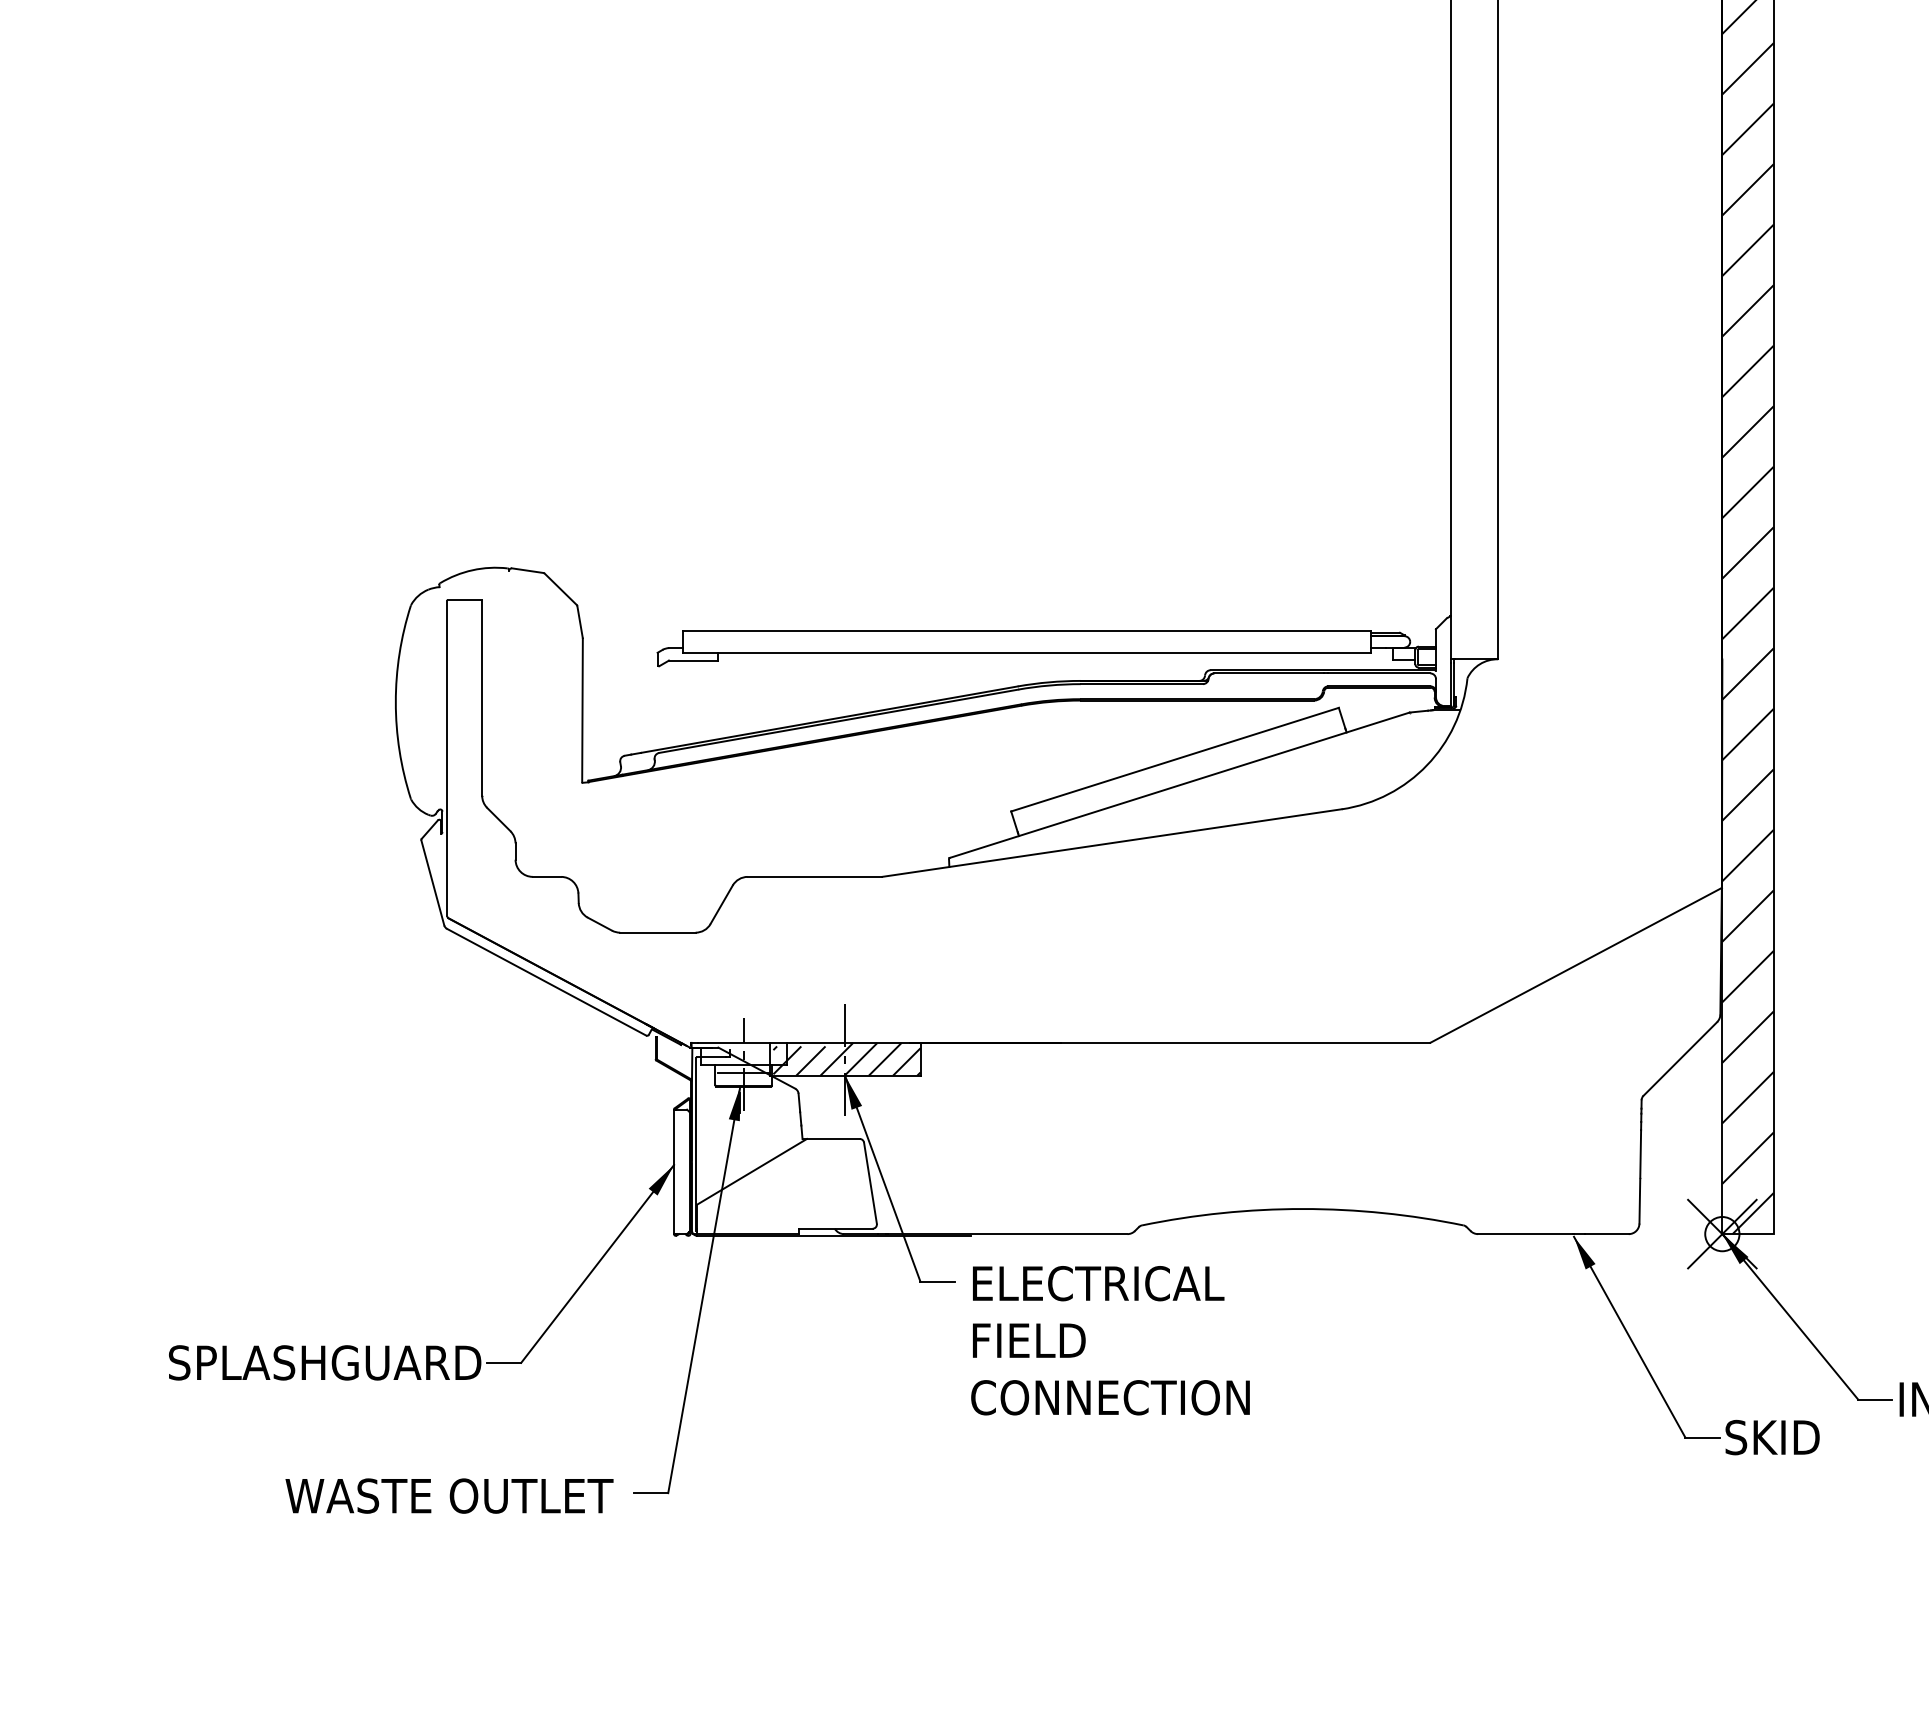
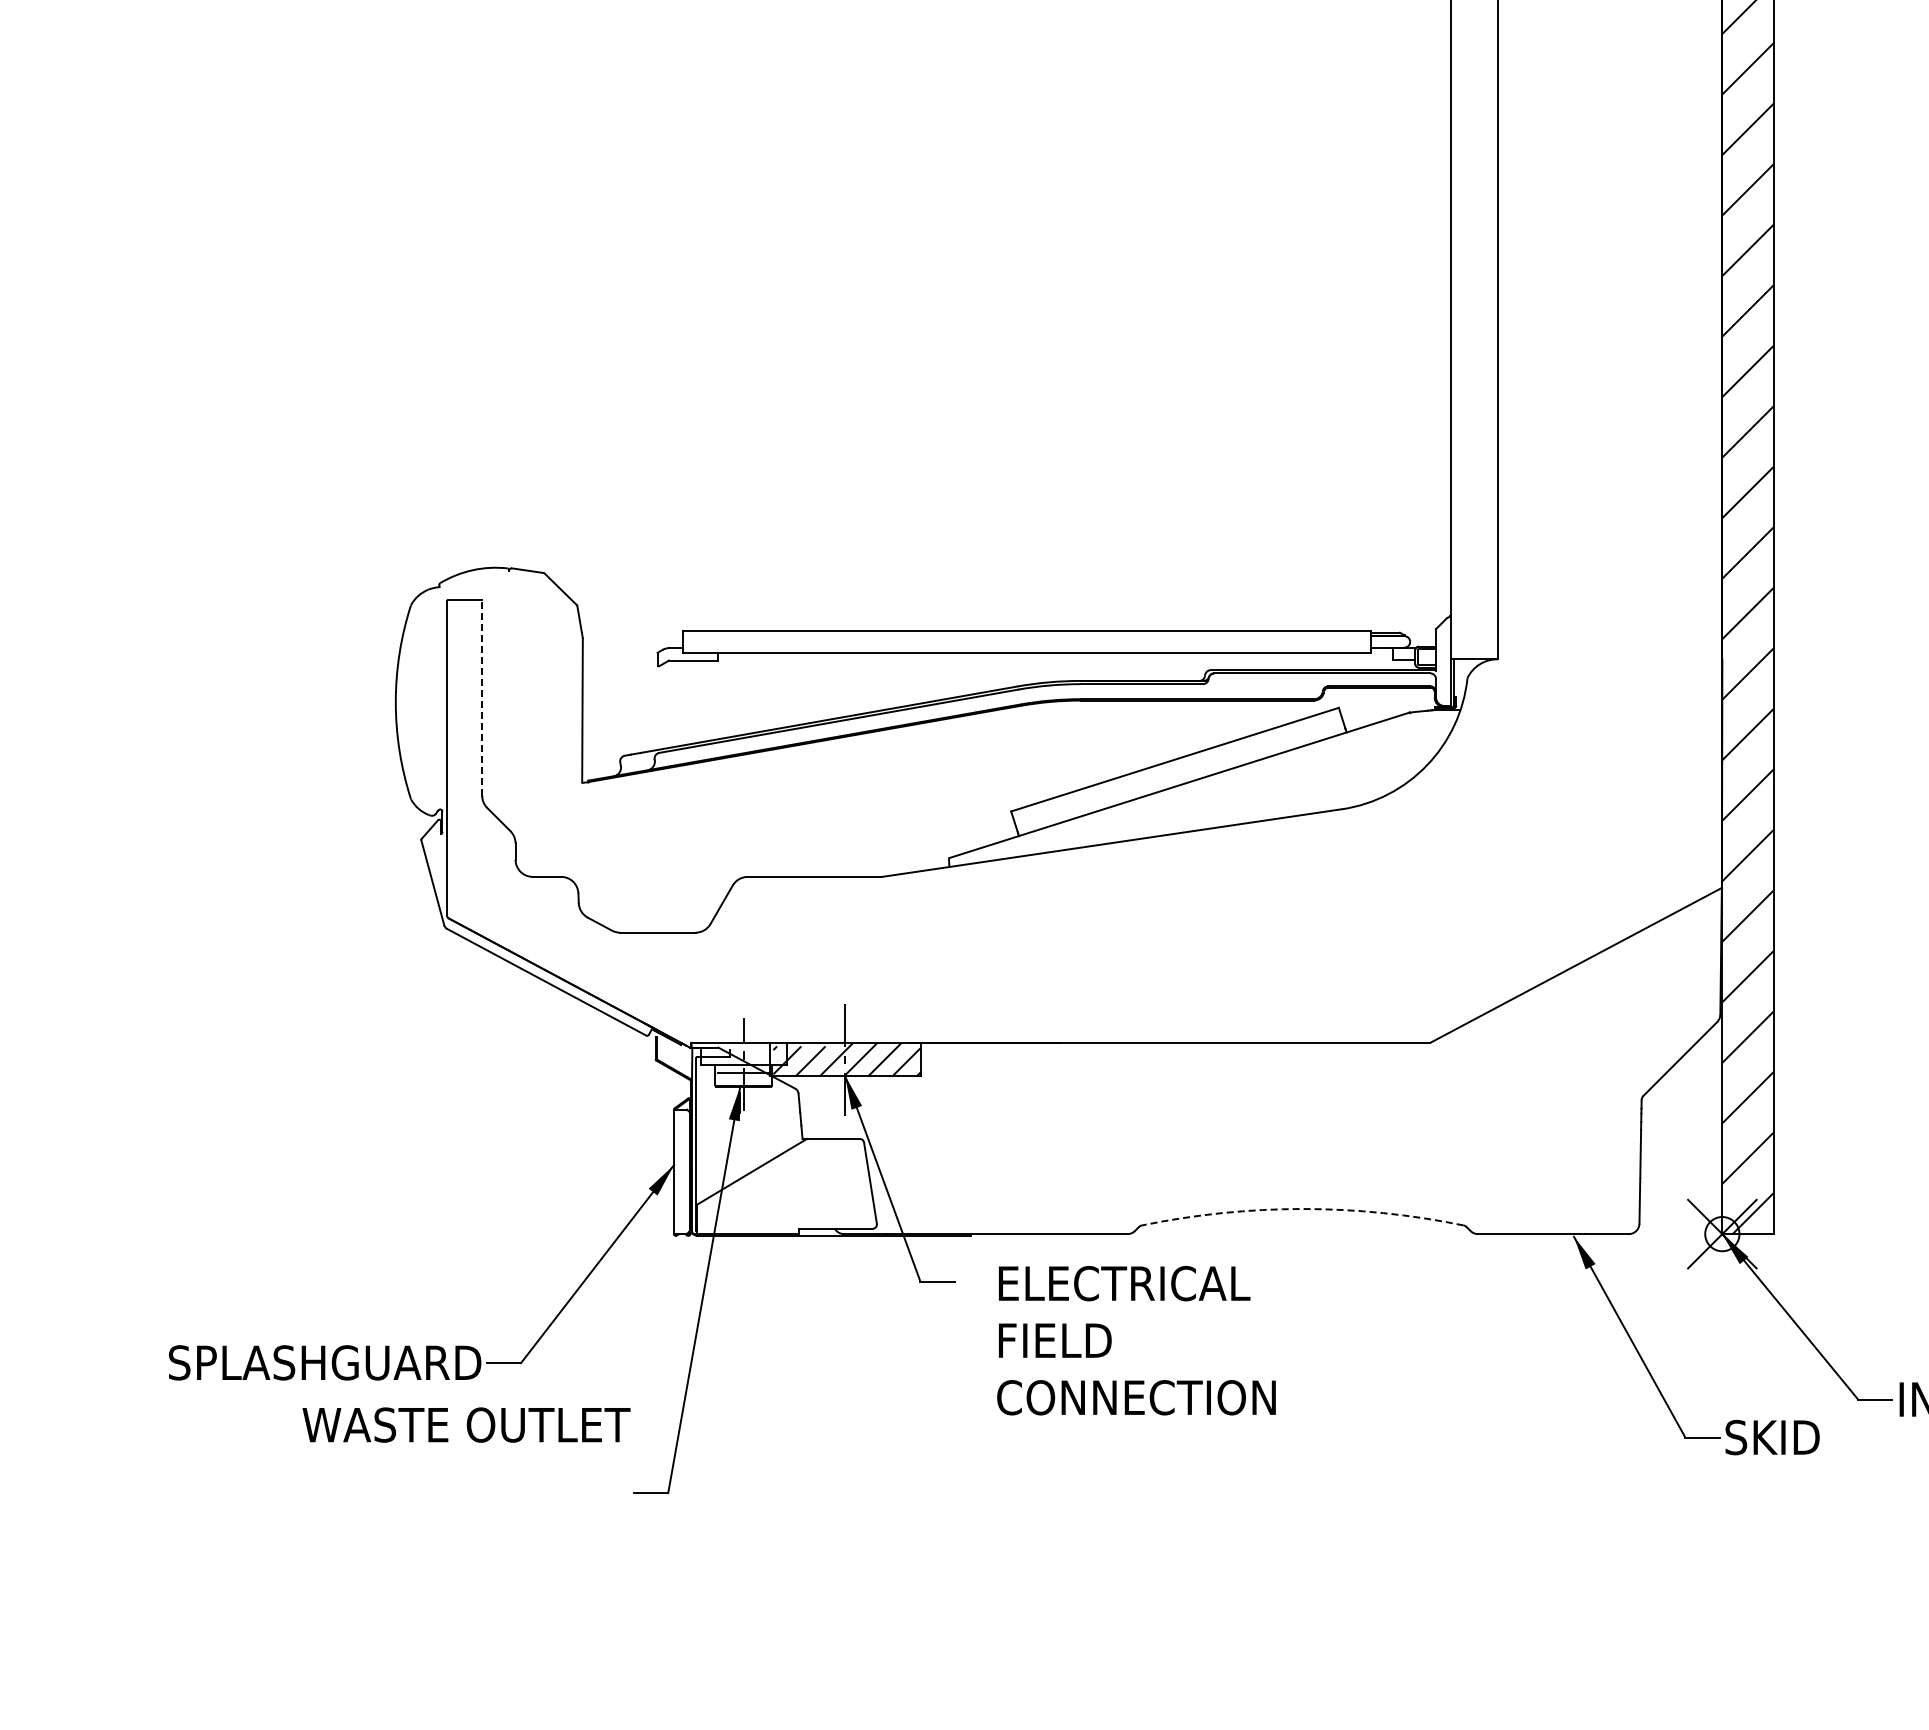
line at (482, 698): solid -> dashed
arc at (1302, 1209): solid -> dashed
text at (1110, 1340) position: (1110, 1340) -> (1136, 1340)
text at (449, 1495) position: (449, 1495) -> (466, 1424)
